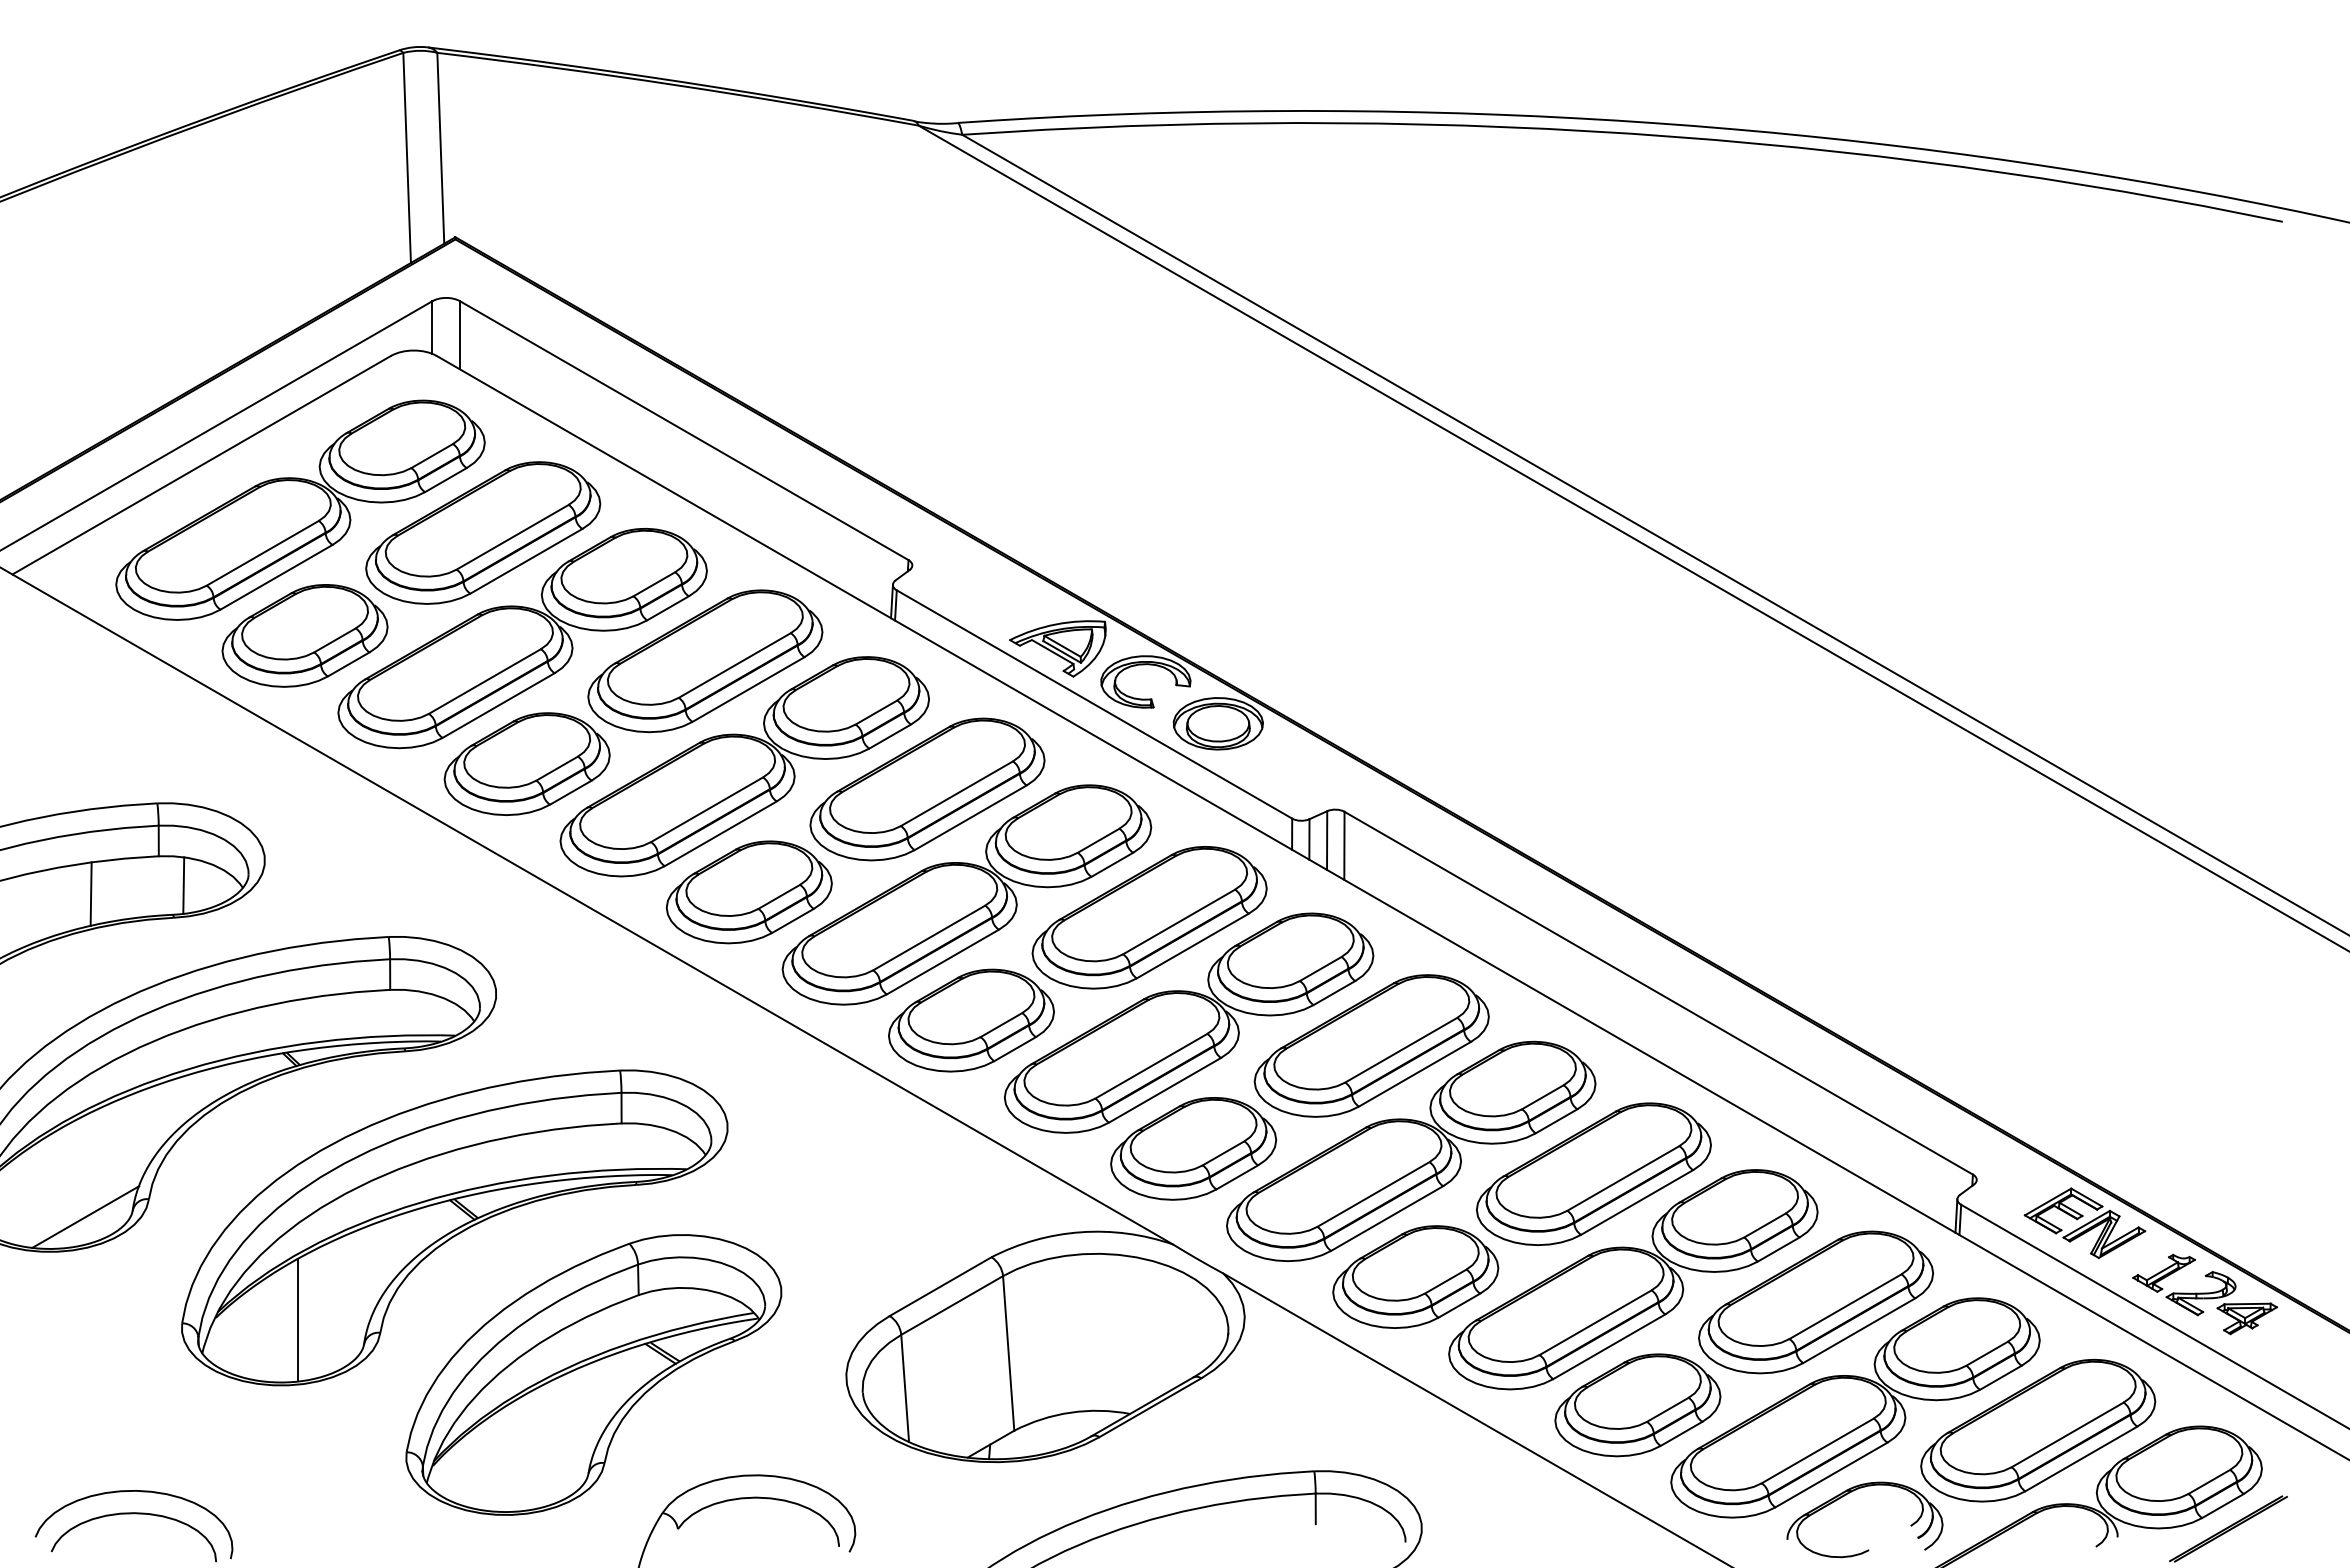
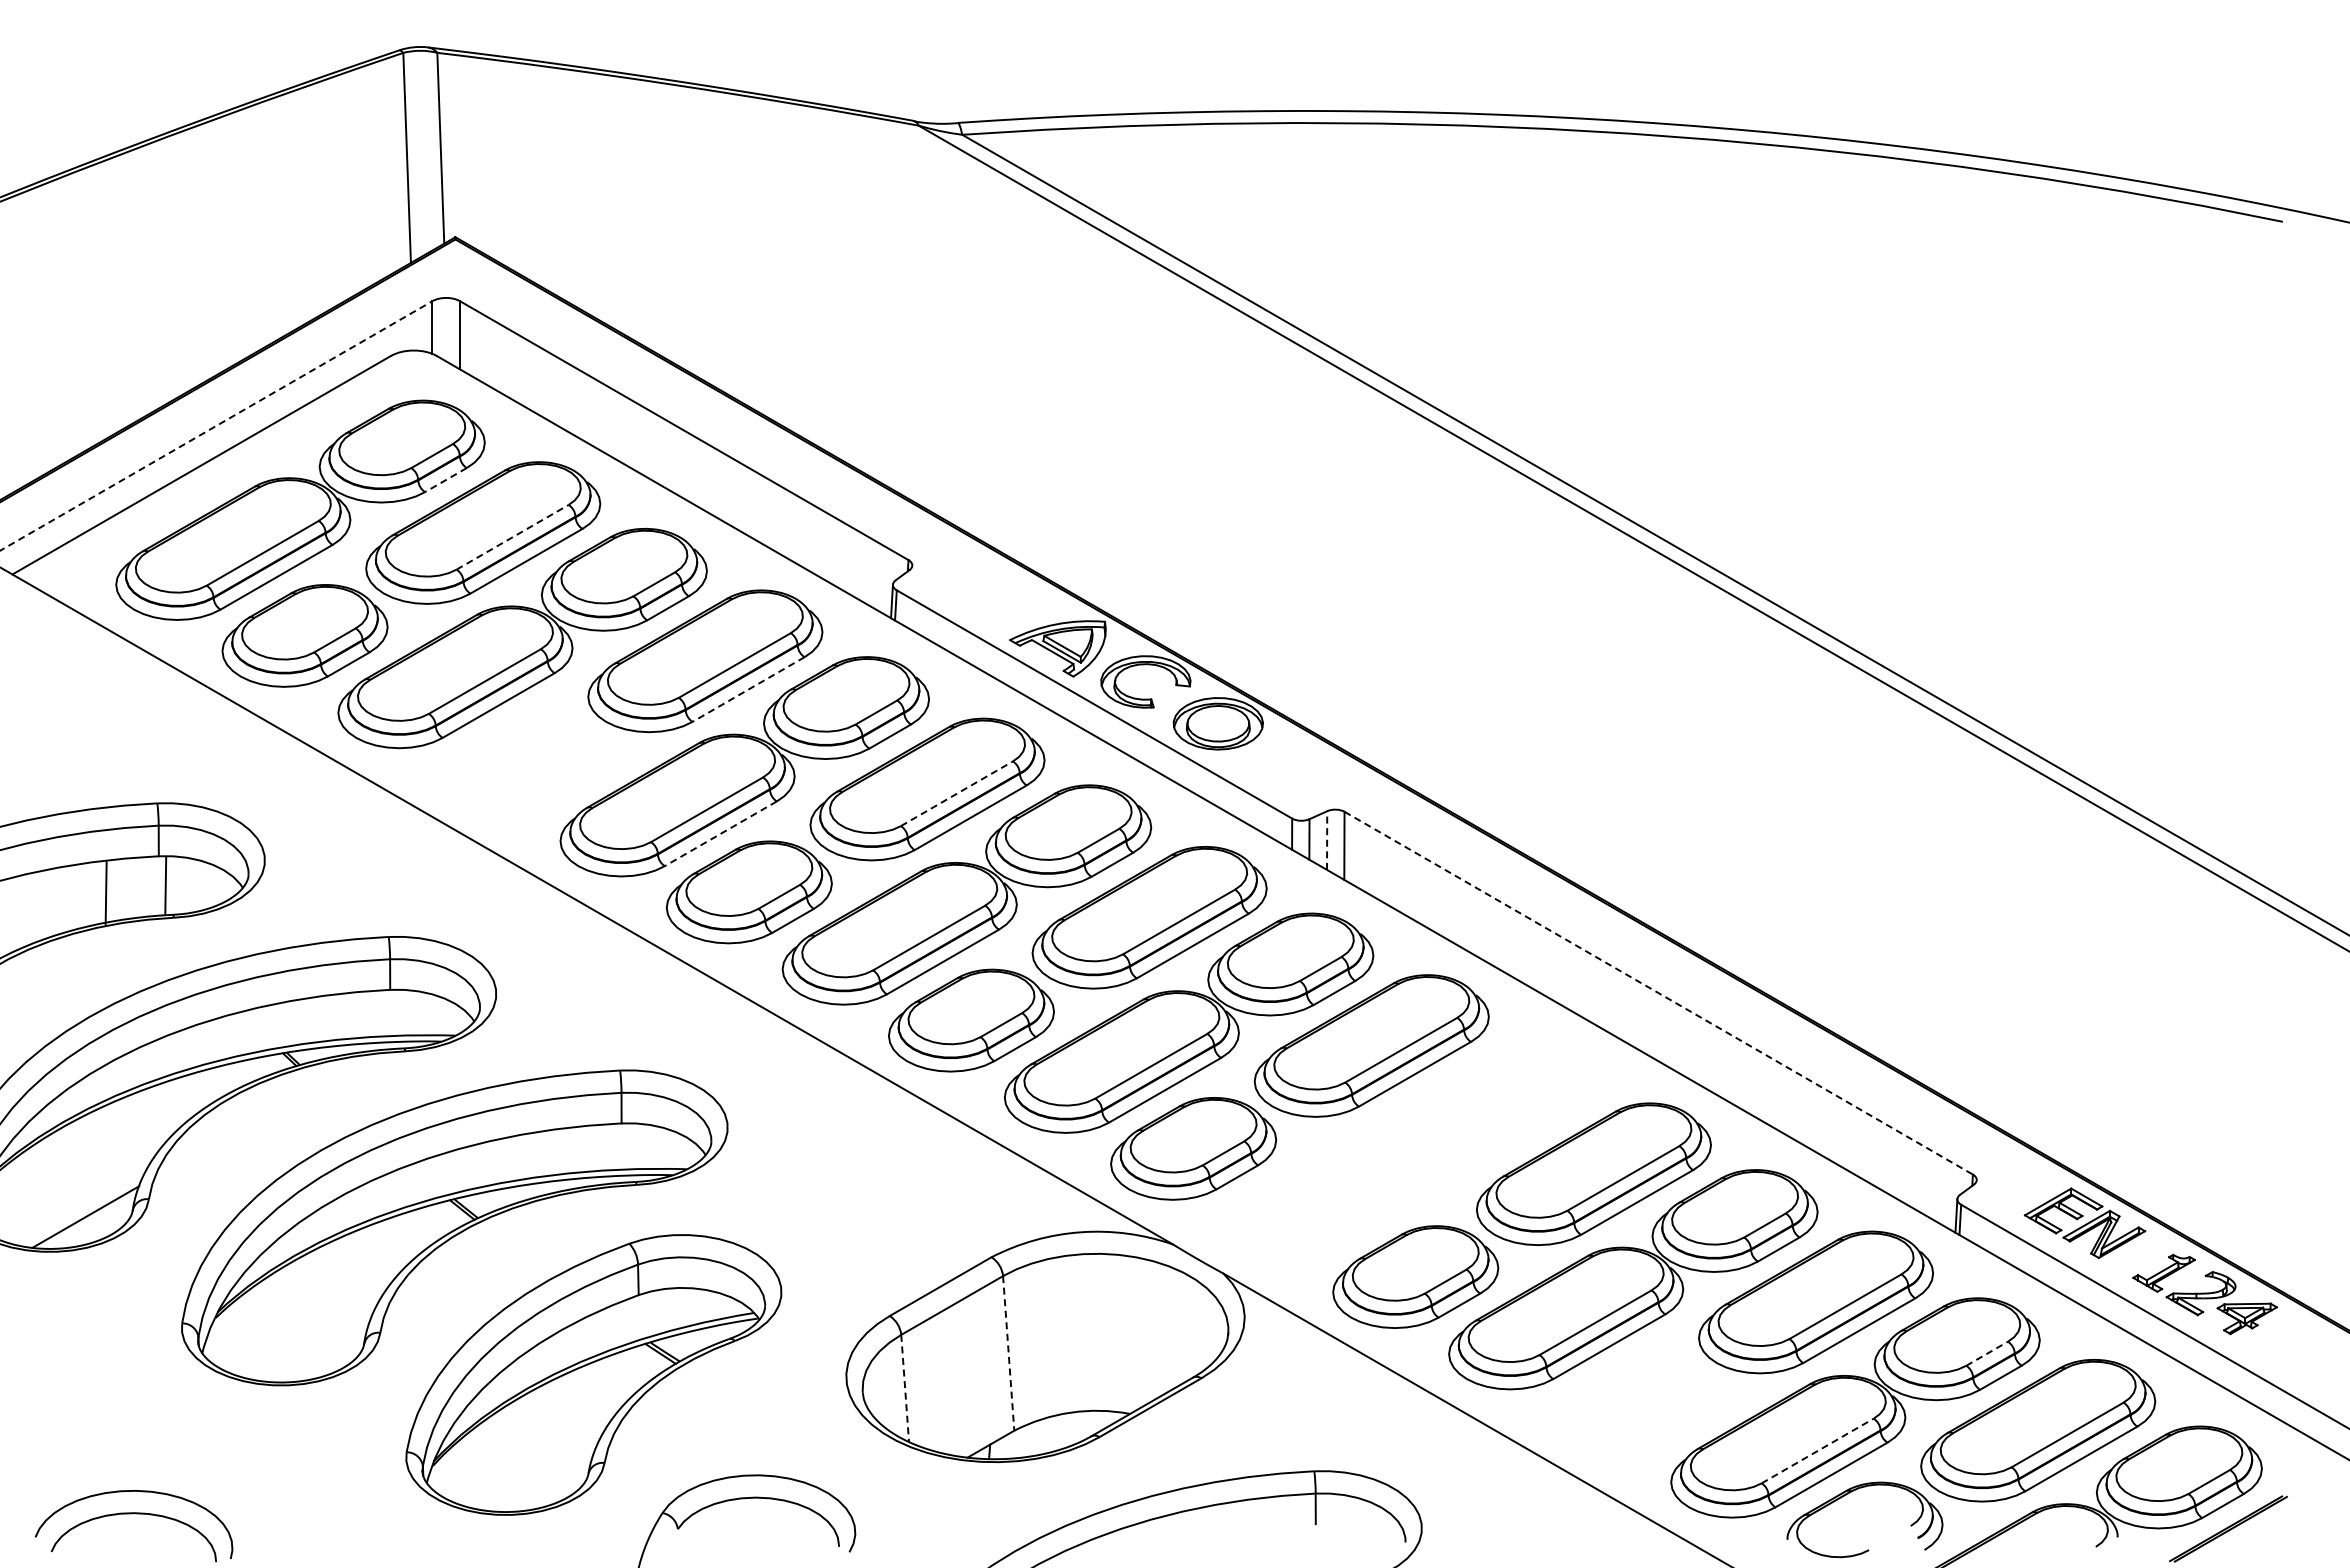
line at (216, 425): solid -> dashed
line at (445, 480): solid -> dashed
line at (512, 537): solid -> dashed
line at (748, 689): solid -> dashed
part at (526, 763): present -> none
line at (956, 793): solid -> dashed
line at (720, 833): solid -> dashed
line at (1327, 840): solid -> dashed
line at (183, 885) position: (183, 885) -> (165, 885)
line at (90, 893) position: (90, 893) -> (105, 893)
line at (1658, 993): solid -> dashed
part at (1411, 1151): present -> none
line at (298, 1319): present -> none
line at (1008, 1353): solid -> dashed
line at (1987, 1353): solid -> dashed
line at (905, 1388): solid -> dashed
part at (1637, 1405): present -> none
line at (1817, 1451): solid -> dashed
